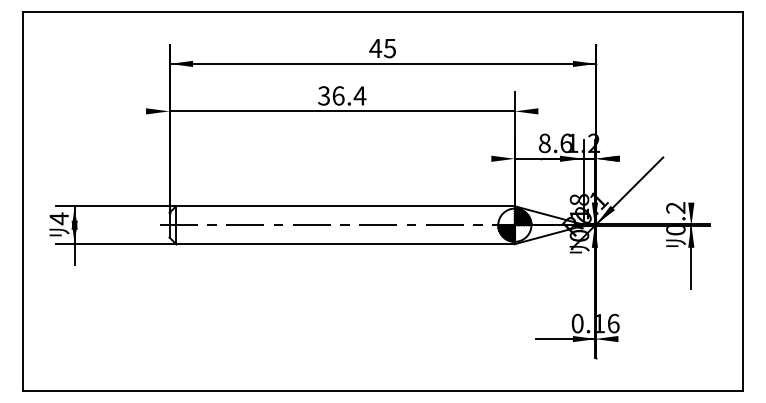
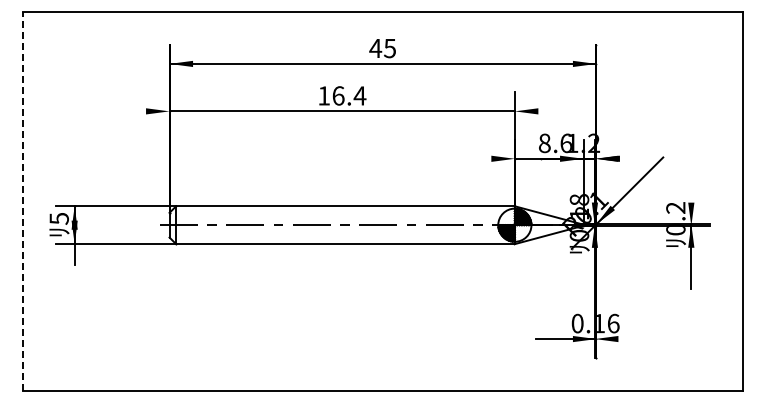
text at (323, 95): 36.4 -> 16.4
line at (22, 201): solid -> dashed
text at (58, 218): 4 -> 5
